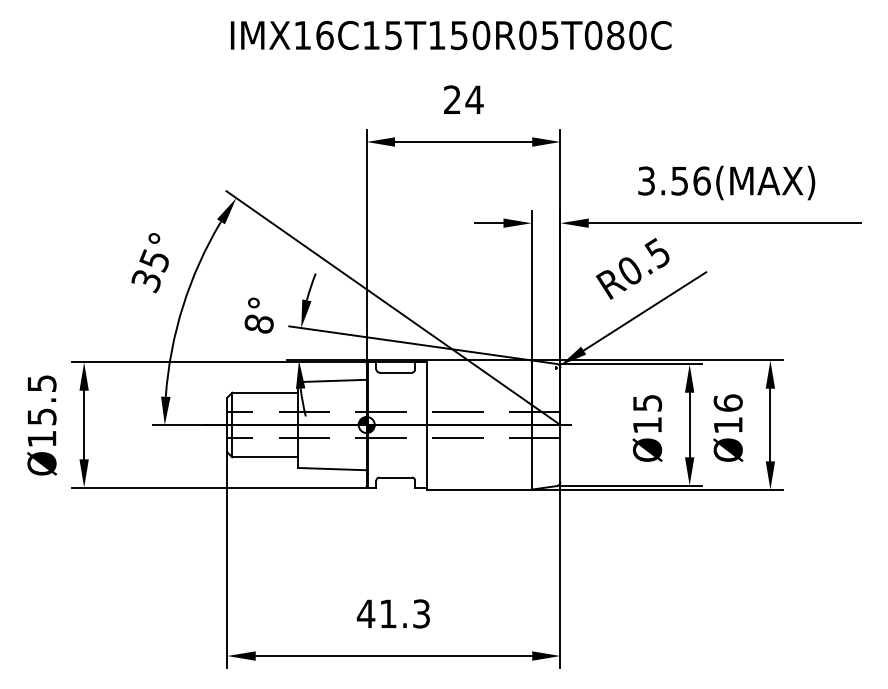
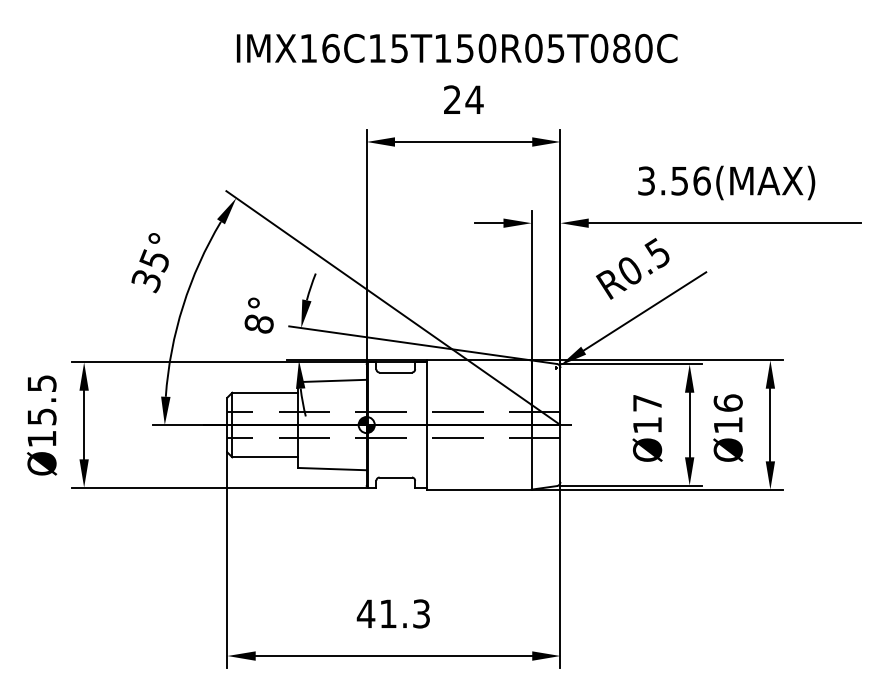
text at (451, 35) position: (451, 35) -> (457, 48)
text at (647, 403): Ø15 -> Ø17
